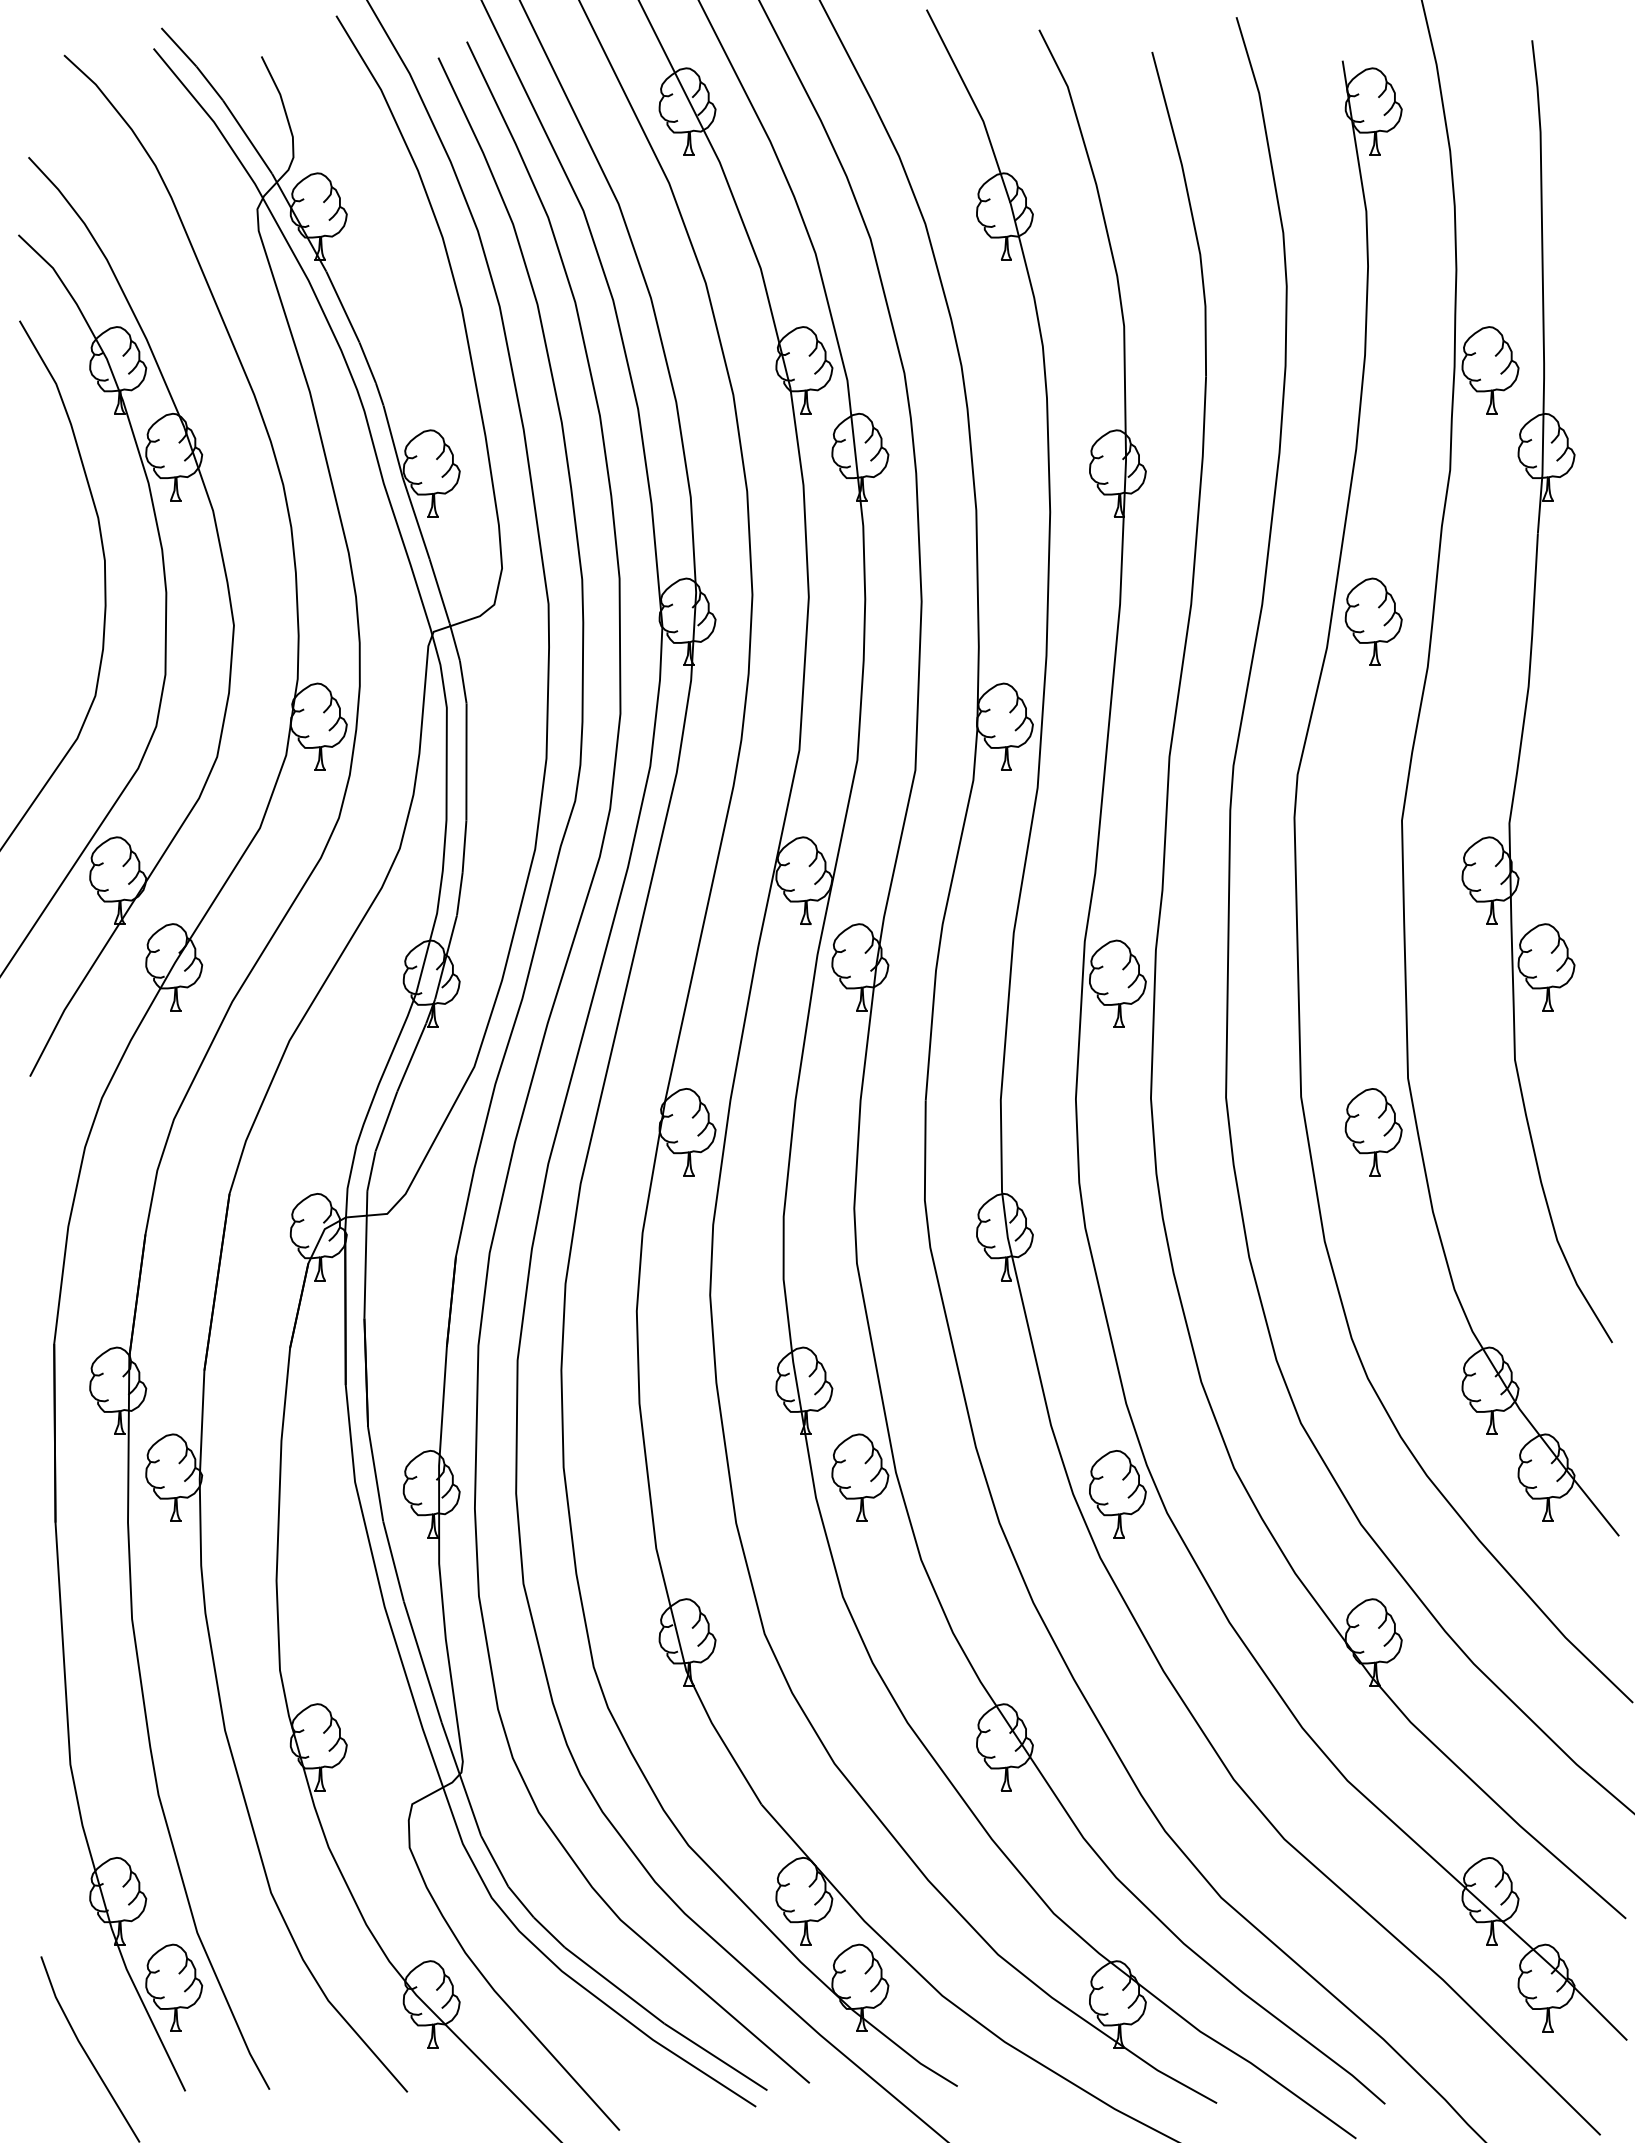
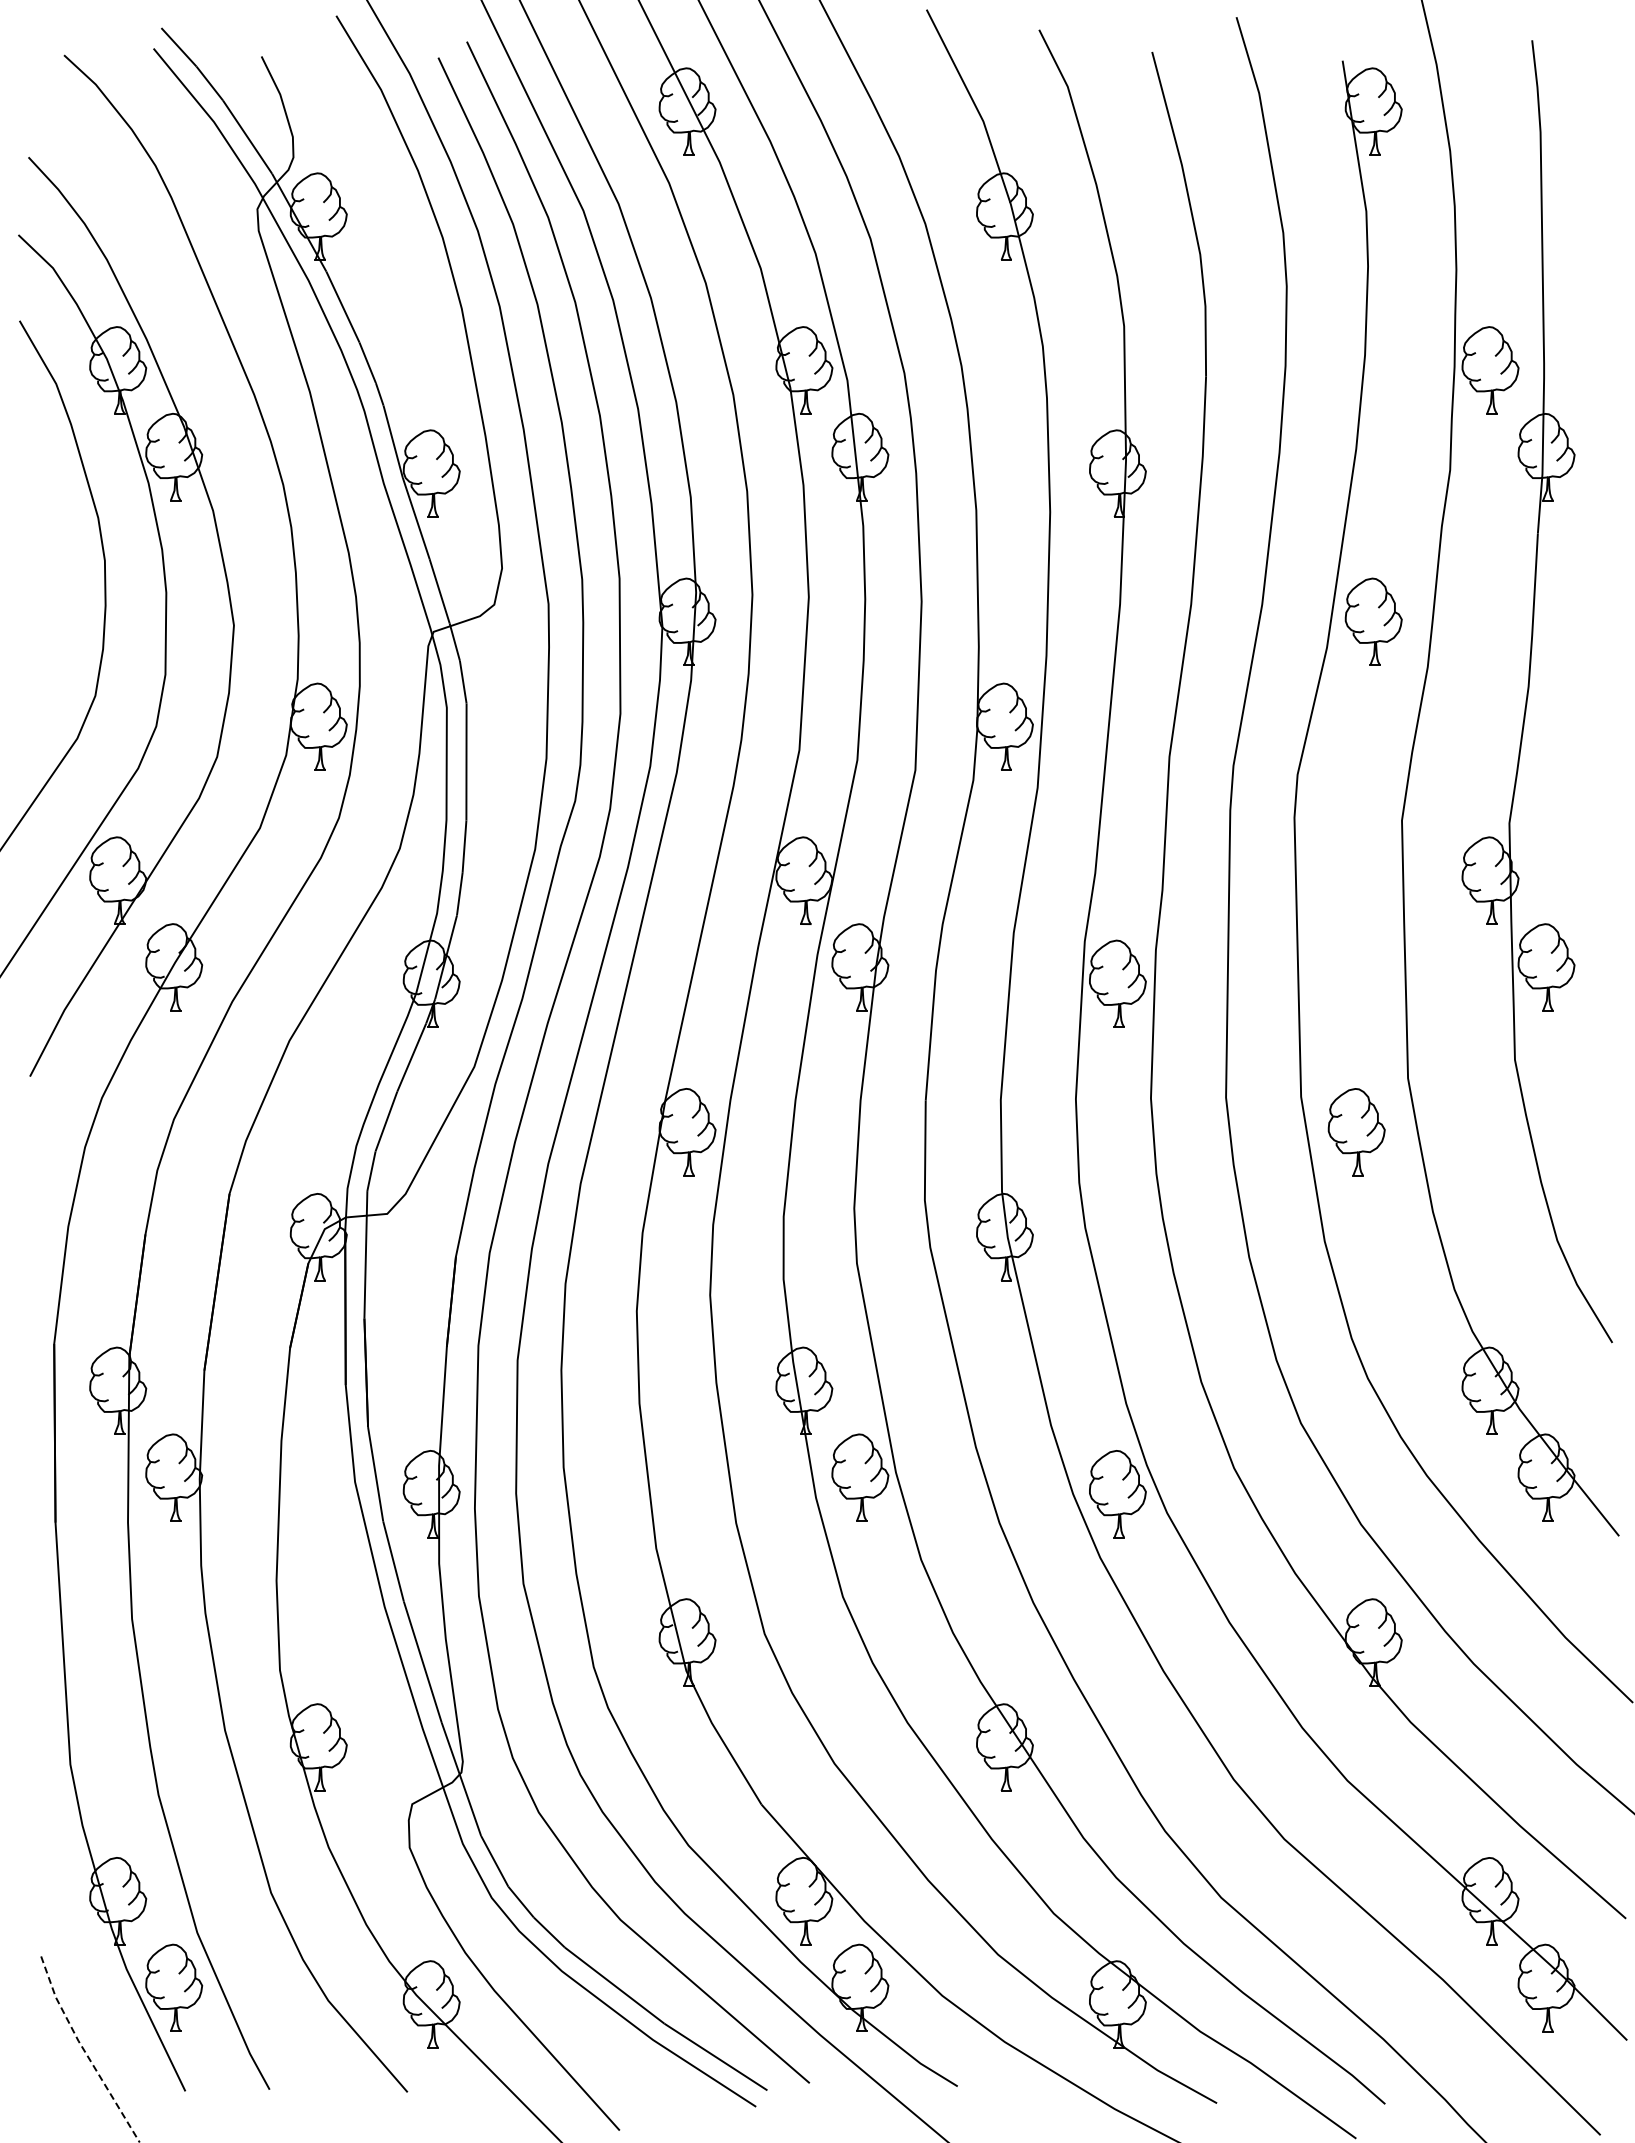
part at (1373, 1132) position: (1373, 1132) -> (1356, 1132)
line at (84, 2051): solid -> dashed
